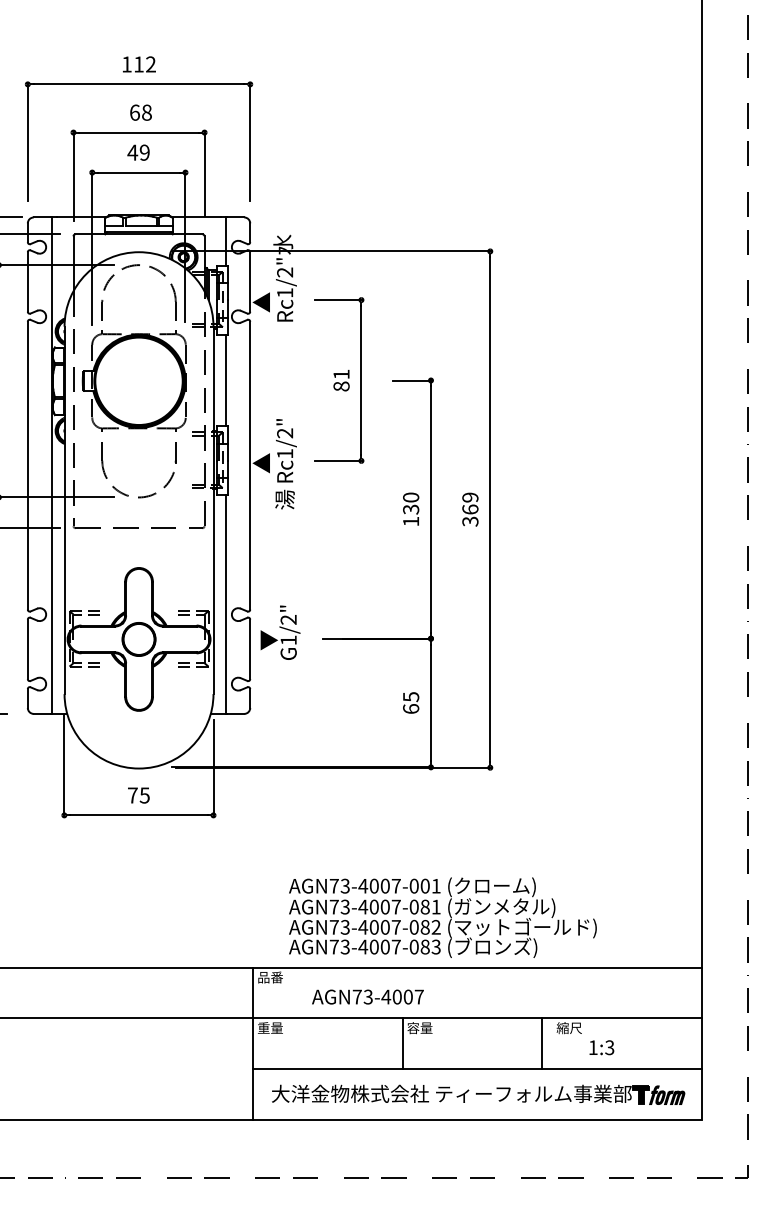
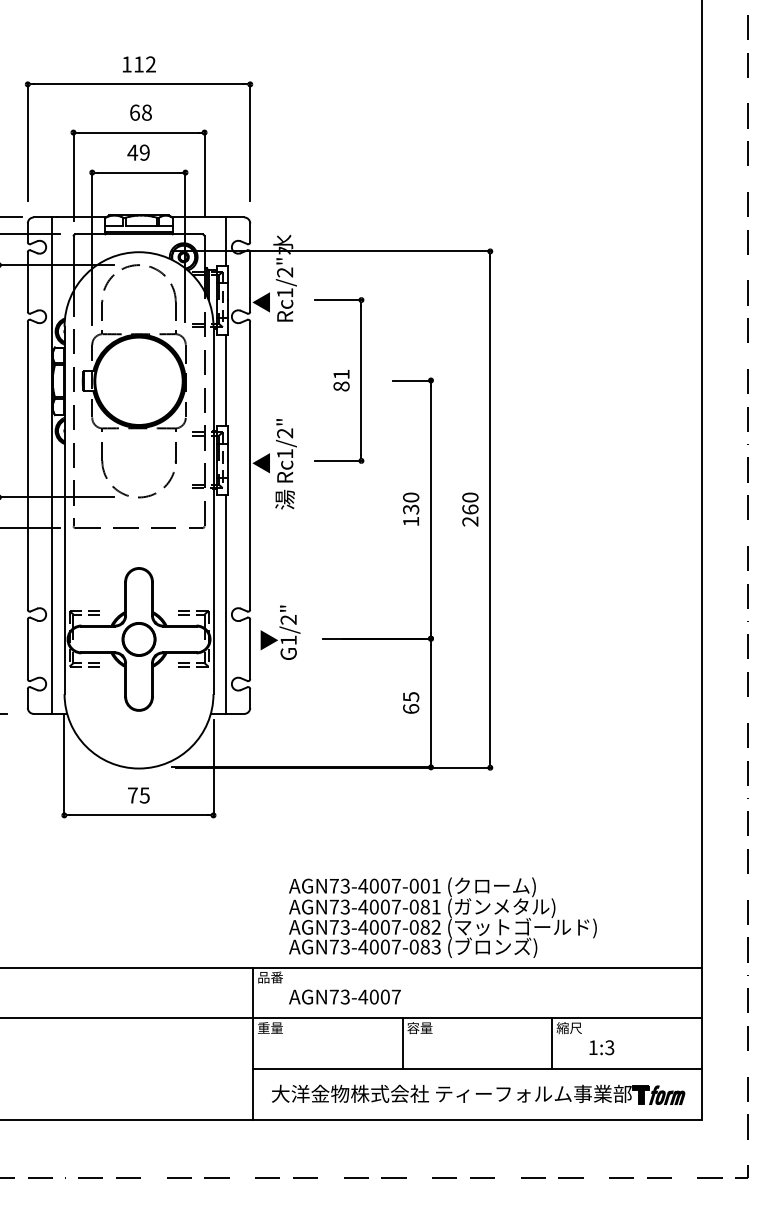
text at (470, 509): 369 -> 260
text at (367, 996) position: (367, 996) -> (344, 996)
line at (542, 1043) position: (542, 1043) -> (552, 1043)
